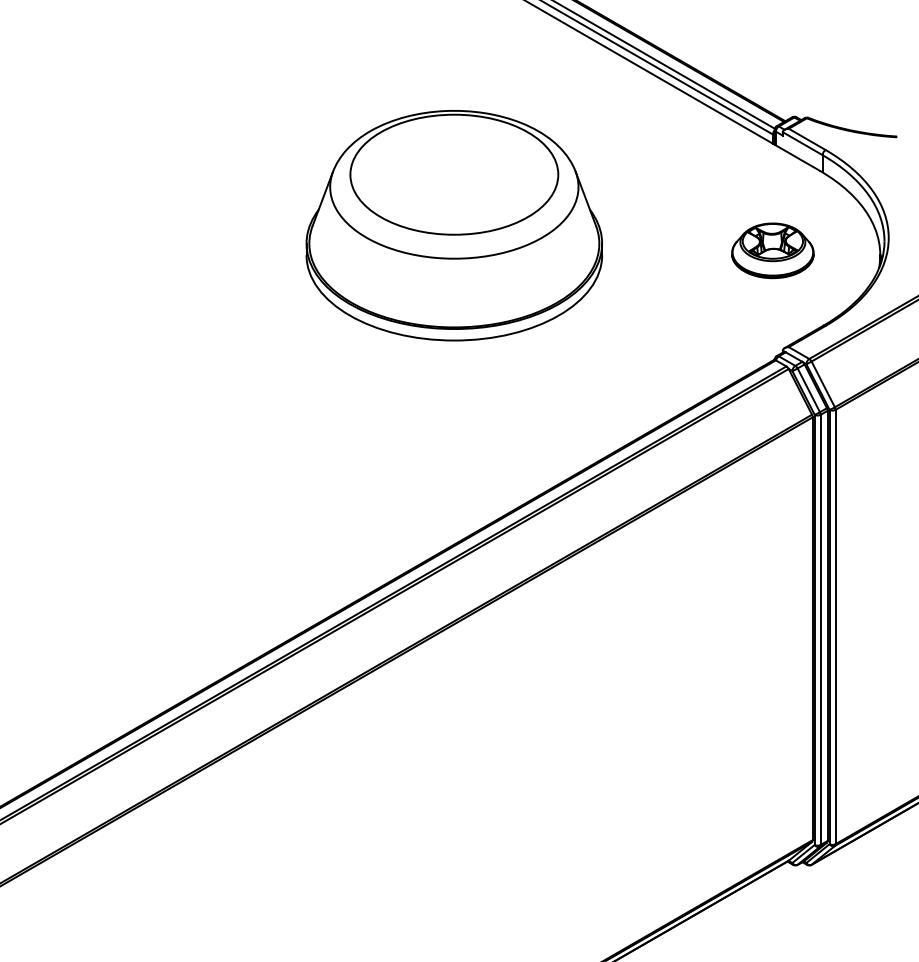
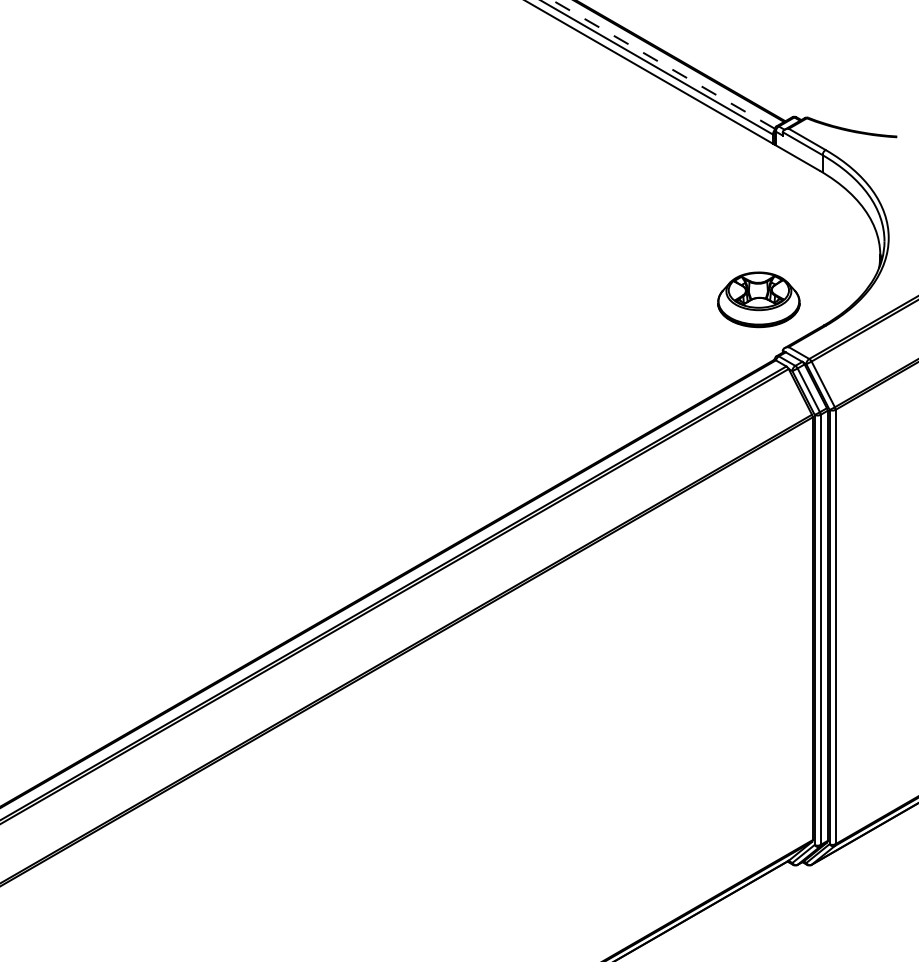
line at (663, 64): solid -> dashed
part at (453, 225): present -> none
part at (772, 250) position: (772, 250) -> (758, 299)
